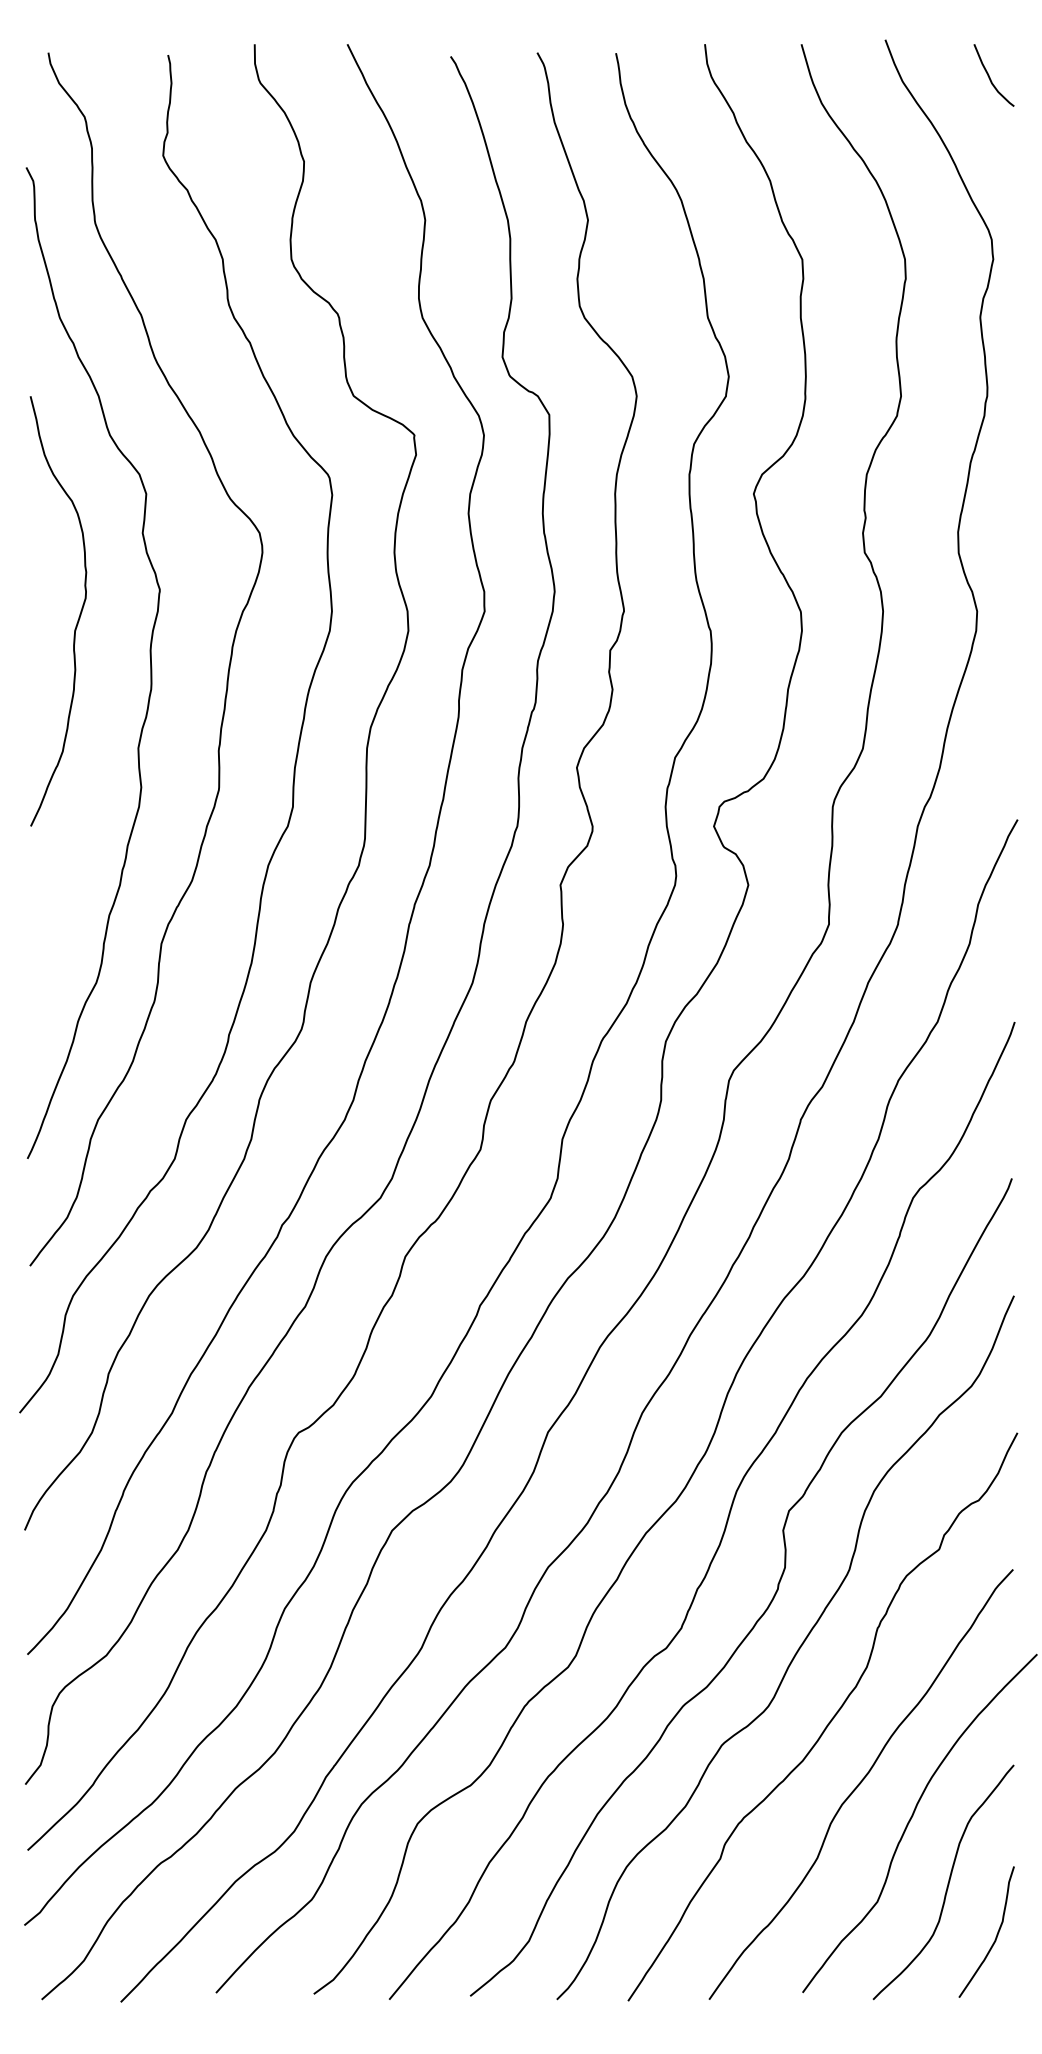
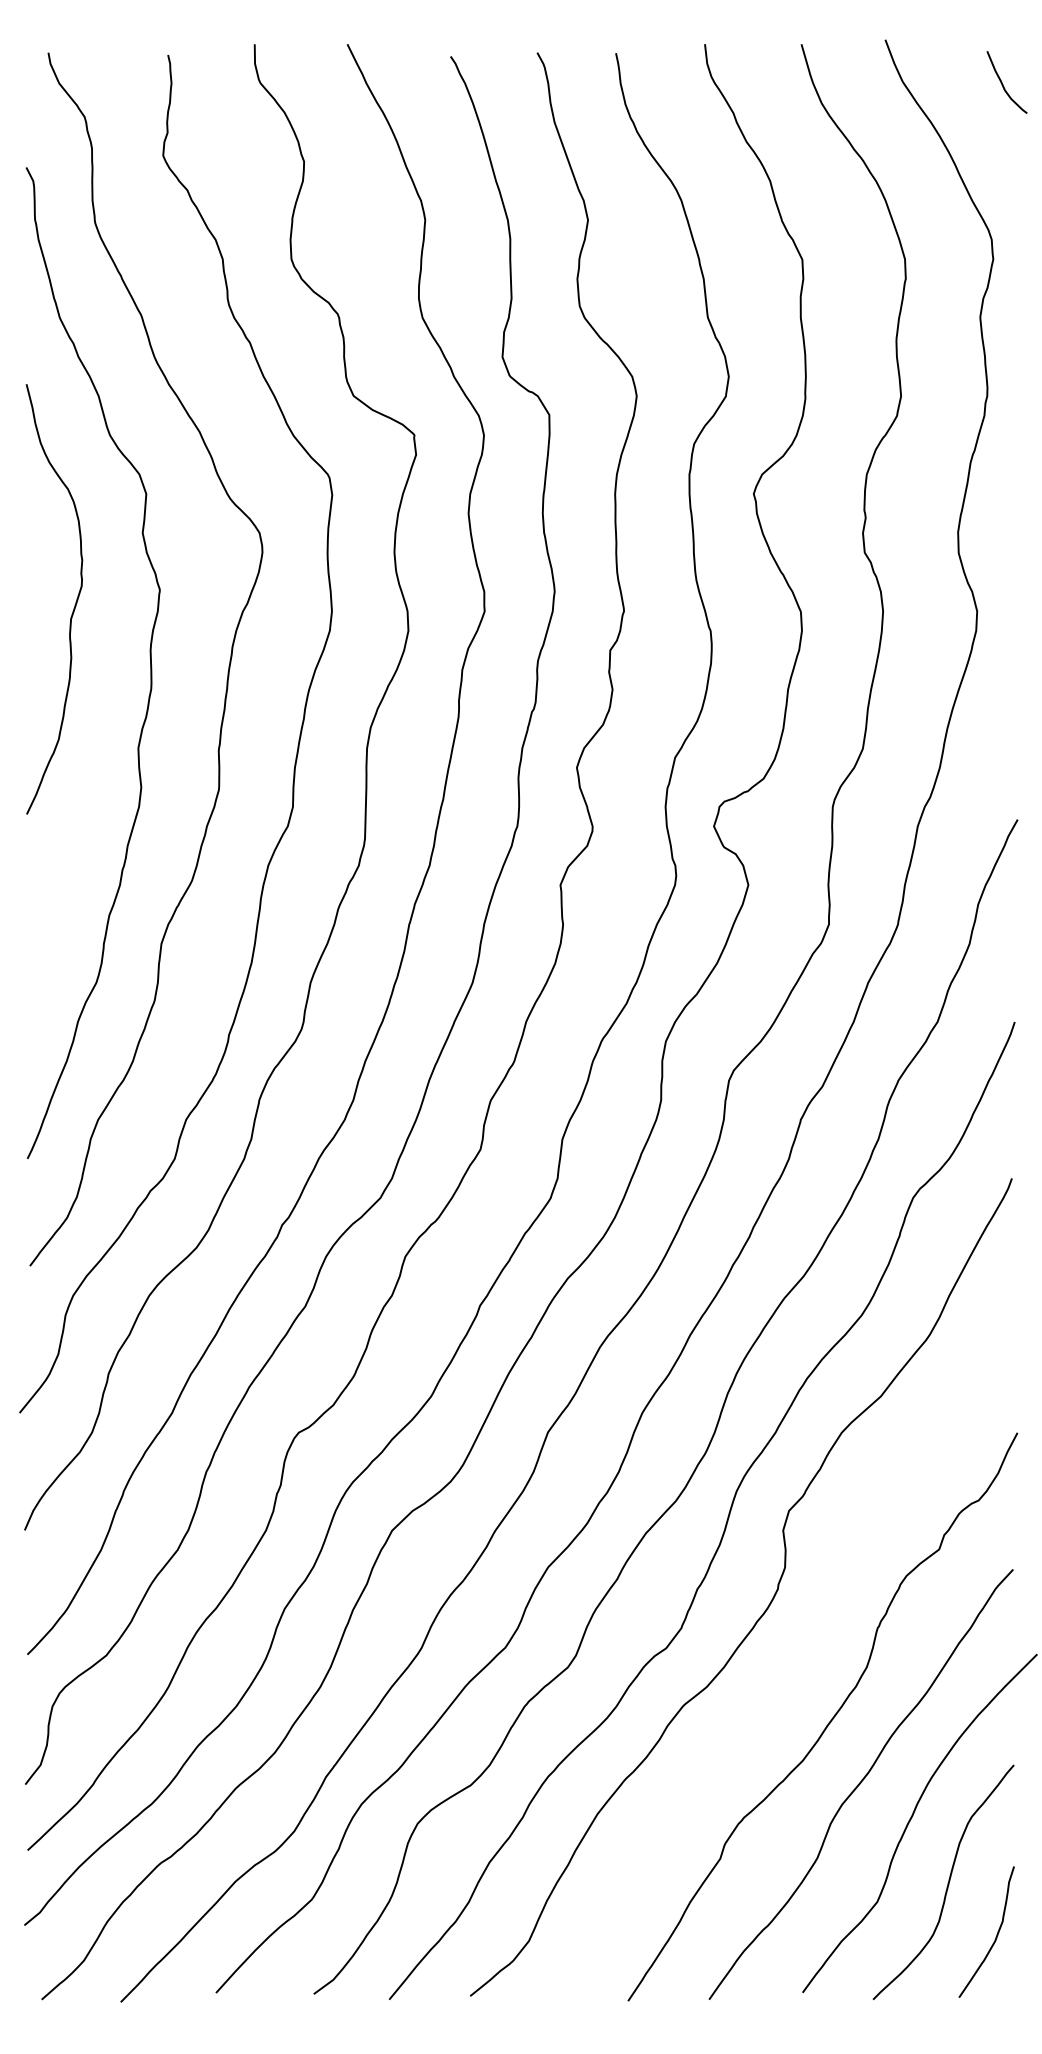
curve at (990, 77) position: (990, 77) -> (1003, 84)
curve at (78, 617) position: (78, 617) -> (74, 605)
curve at (795, 1652): present -> none
